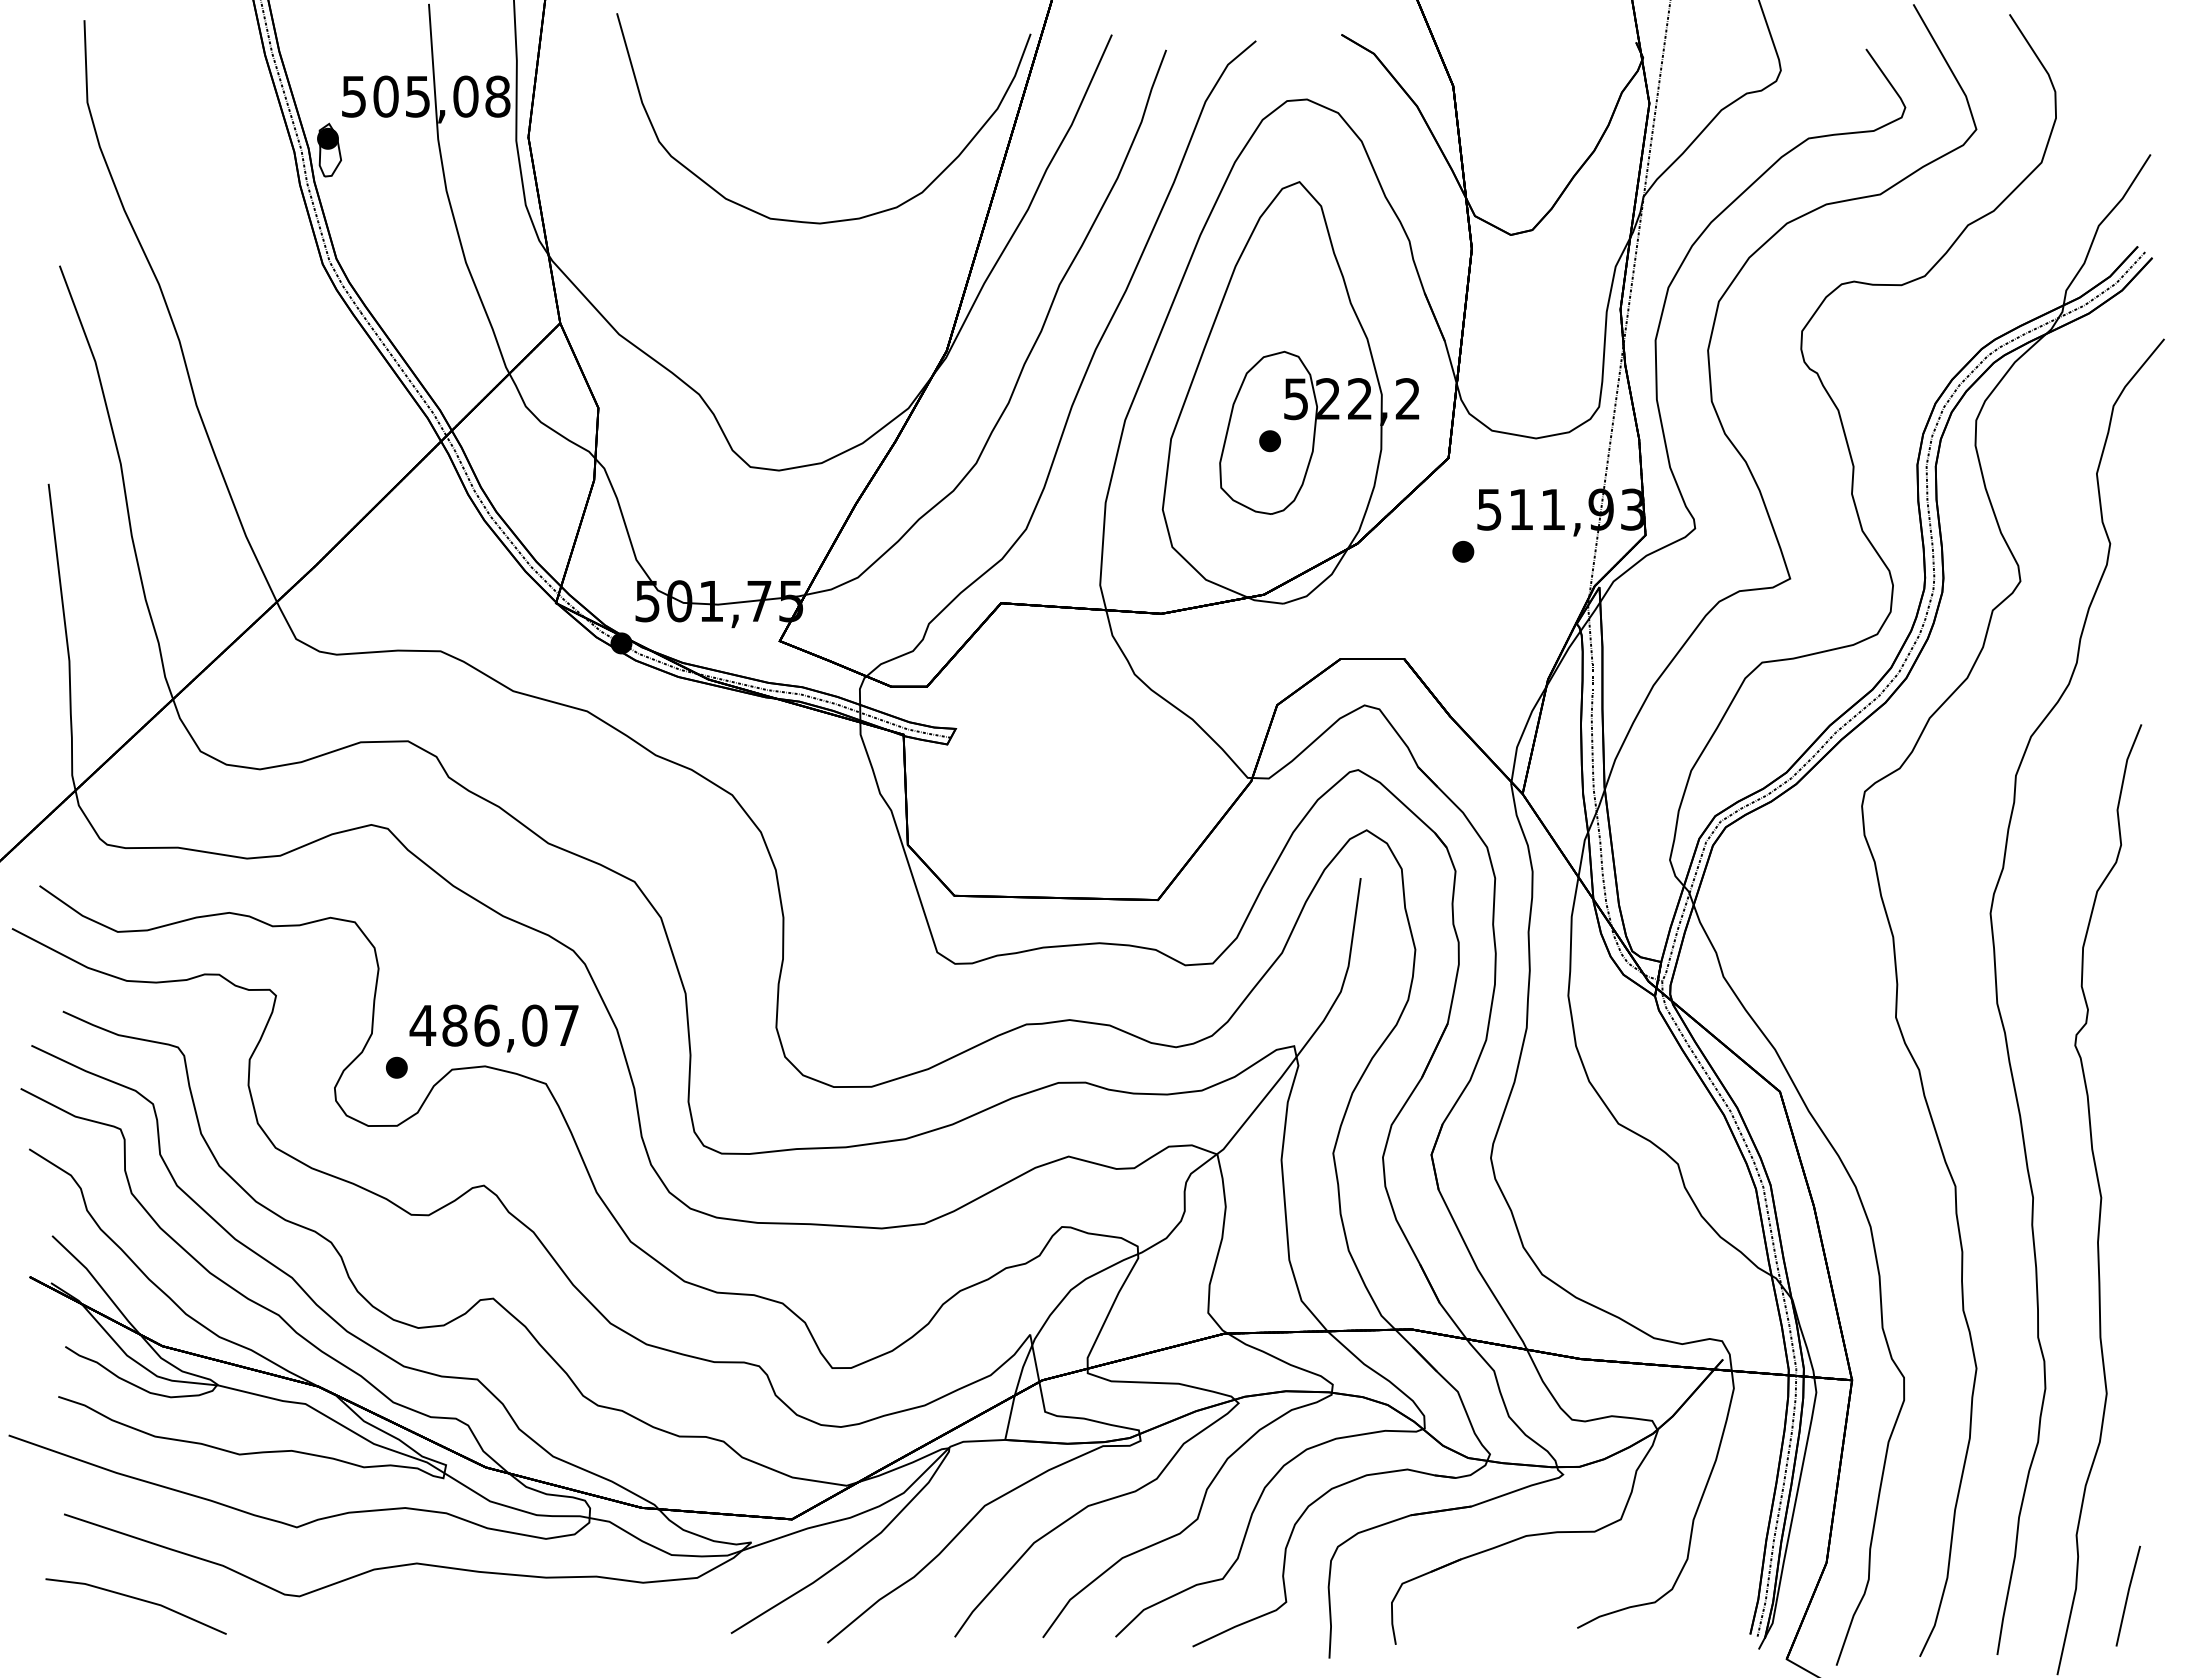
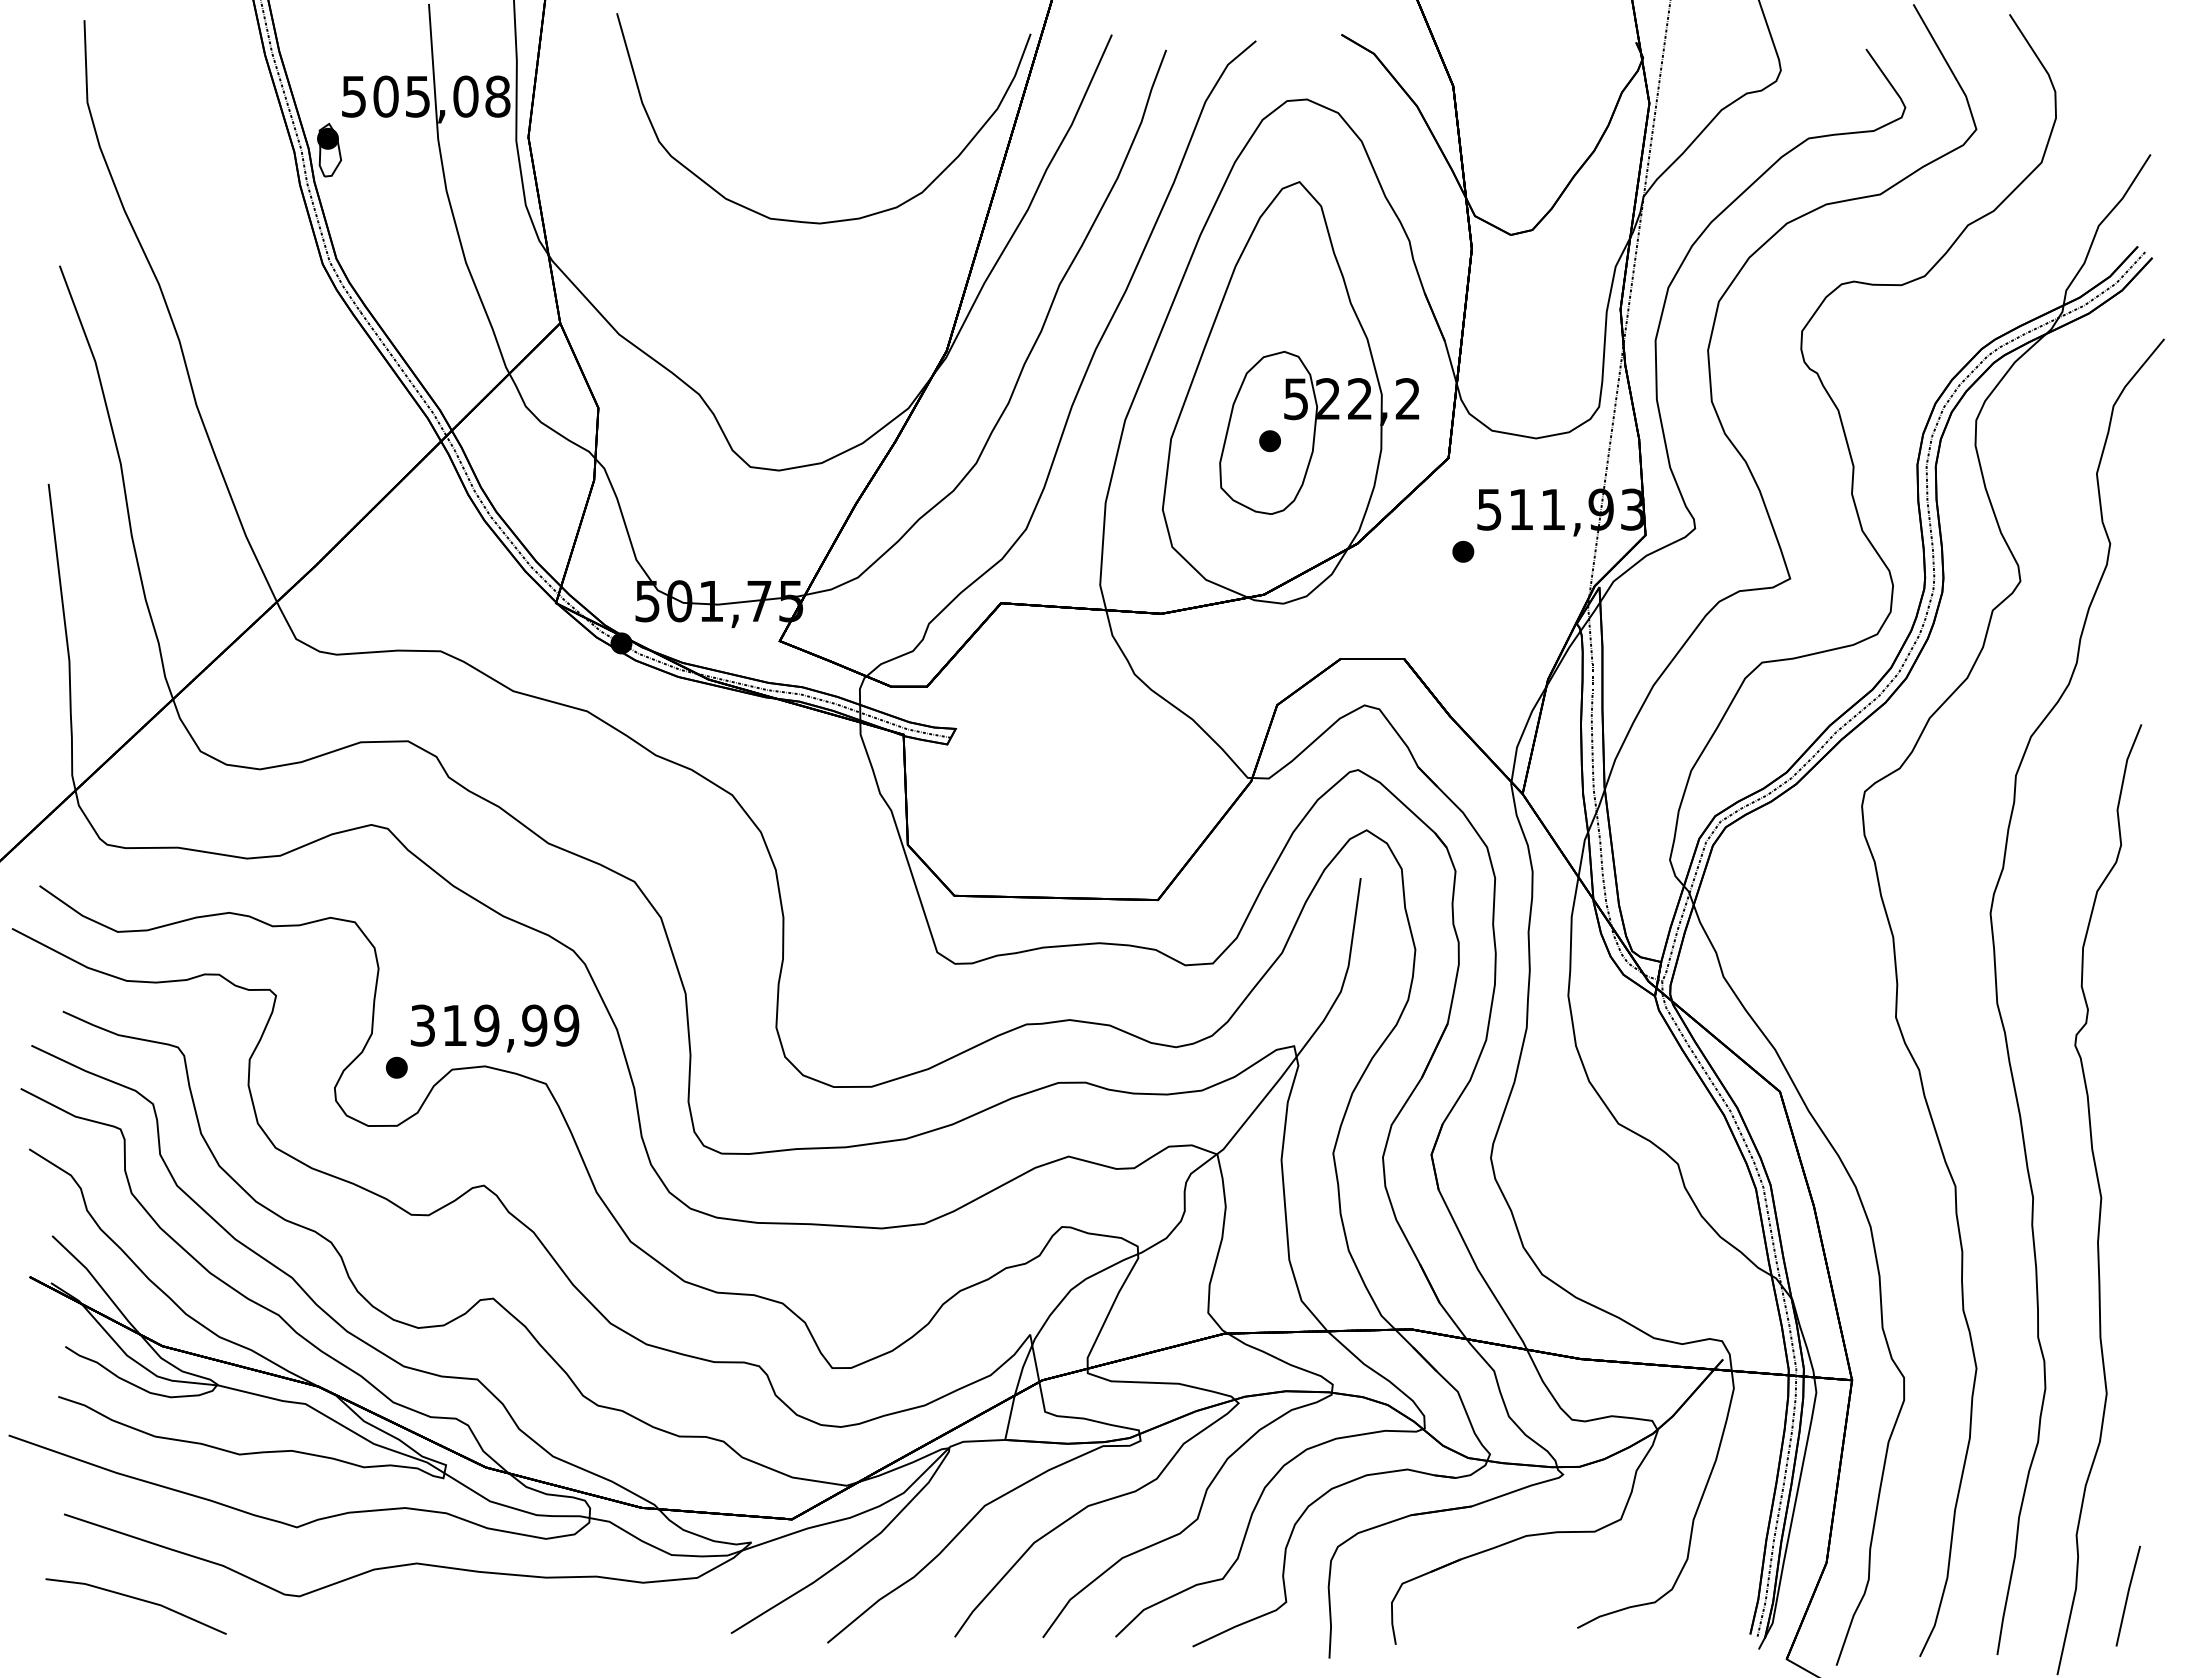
text at (494, 1025): 486,07 -> 319,99
